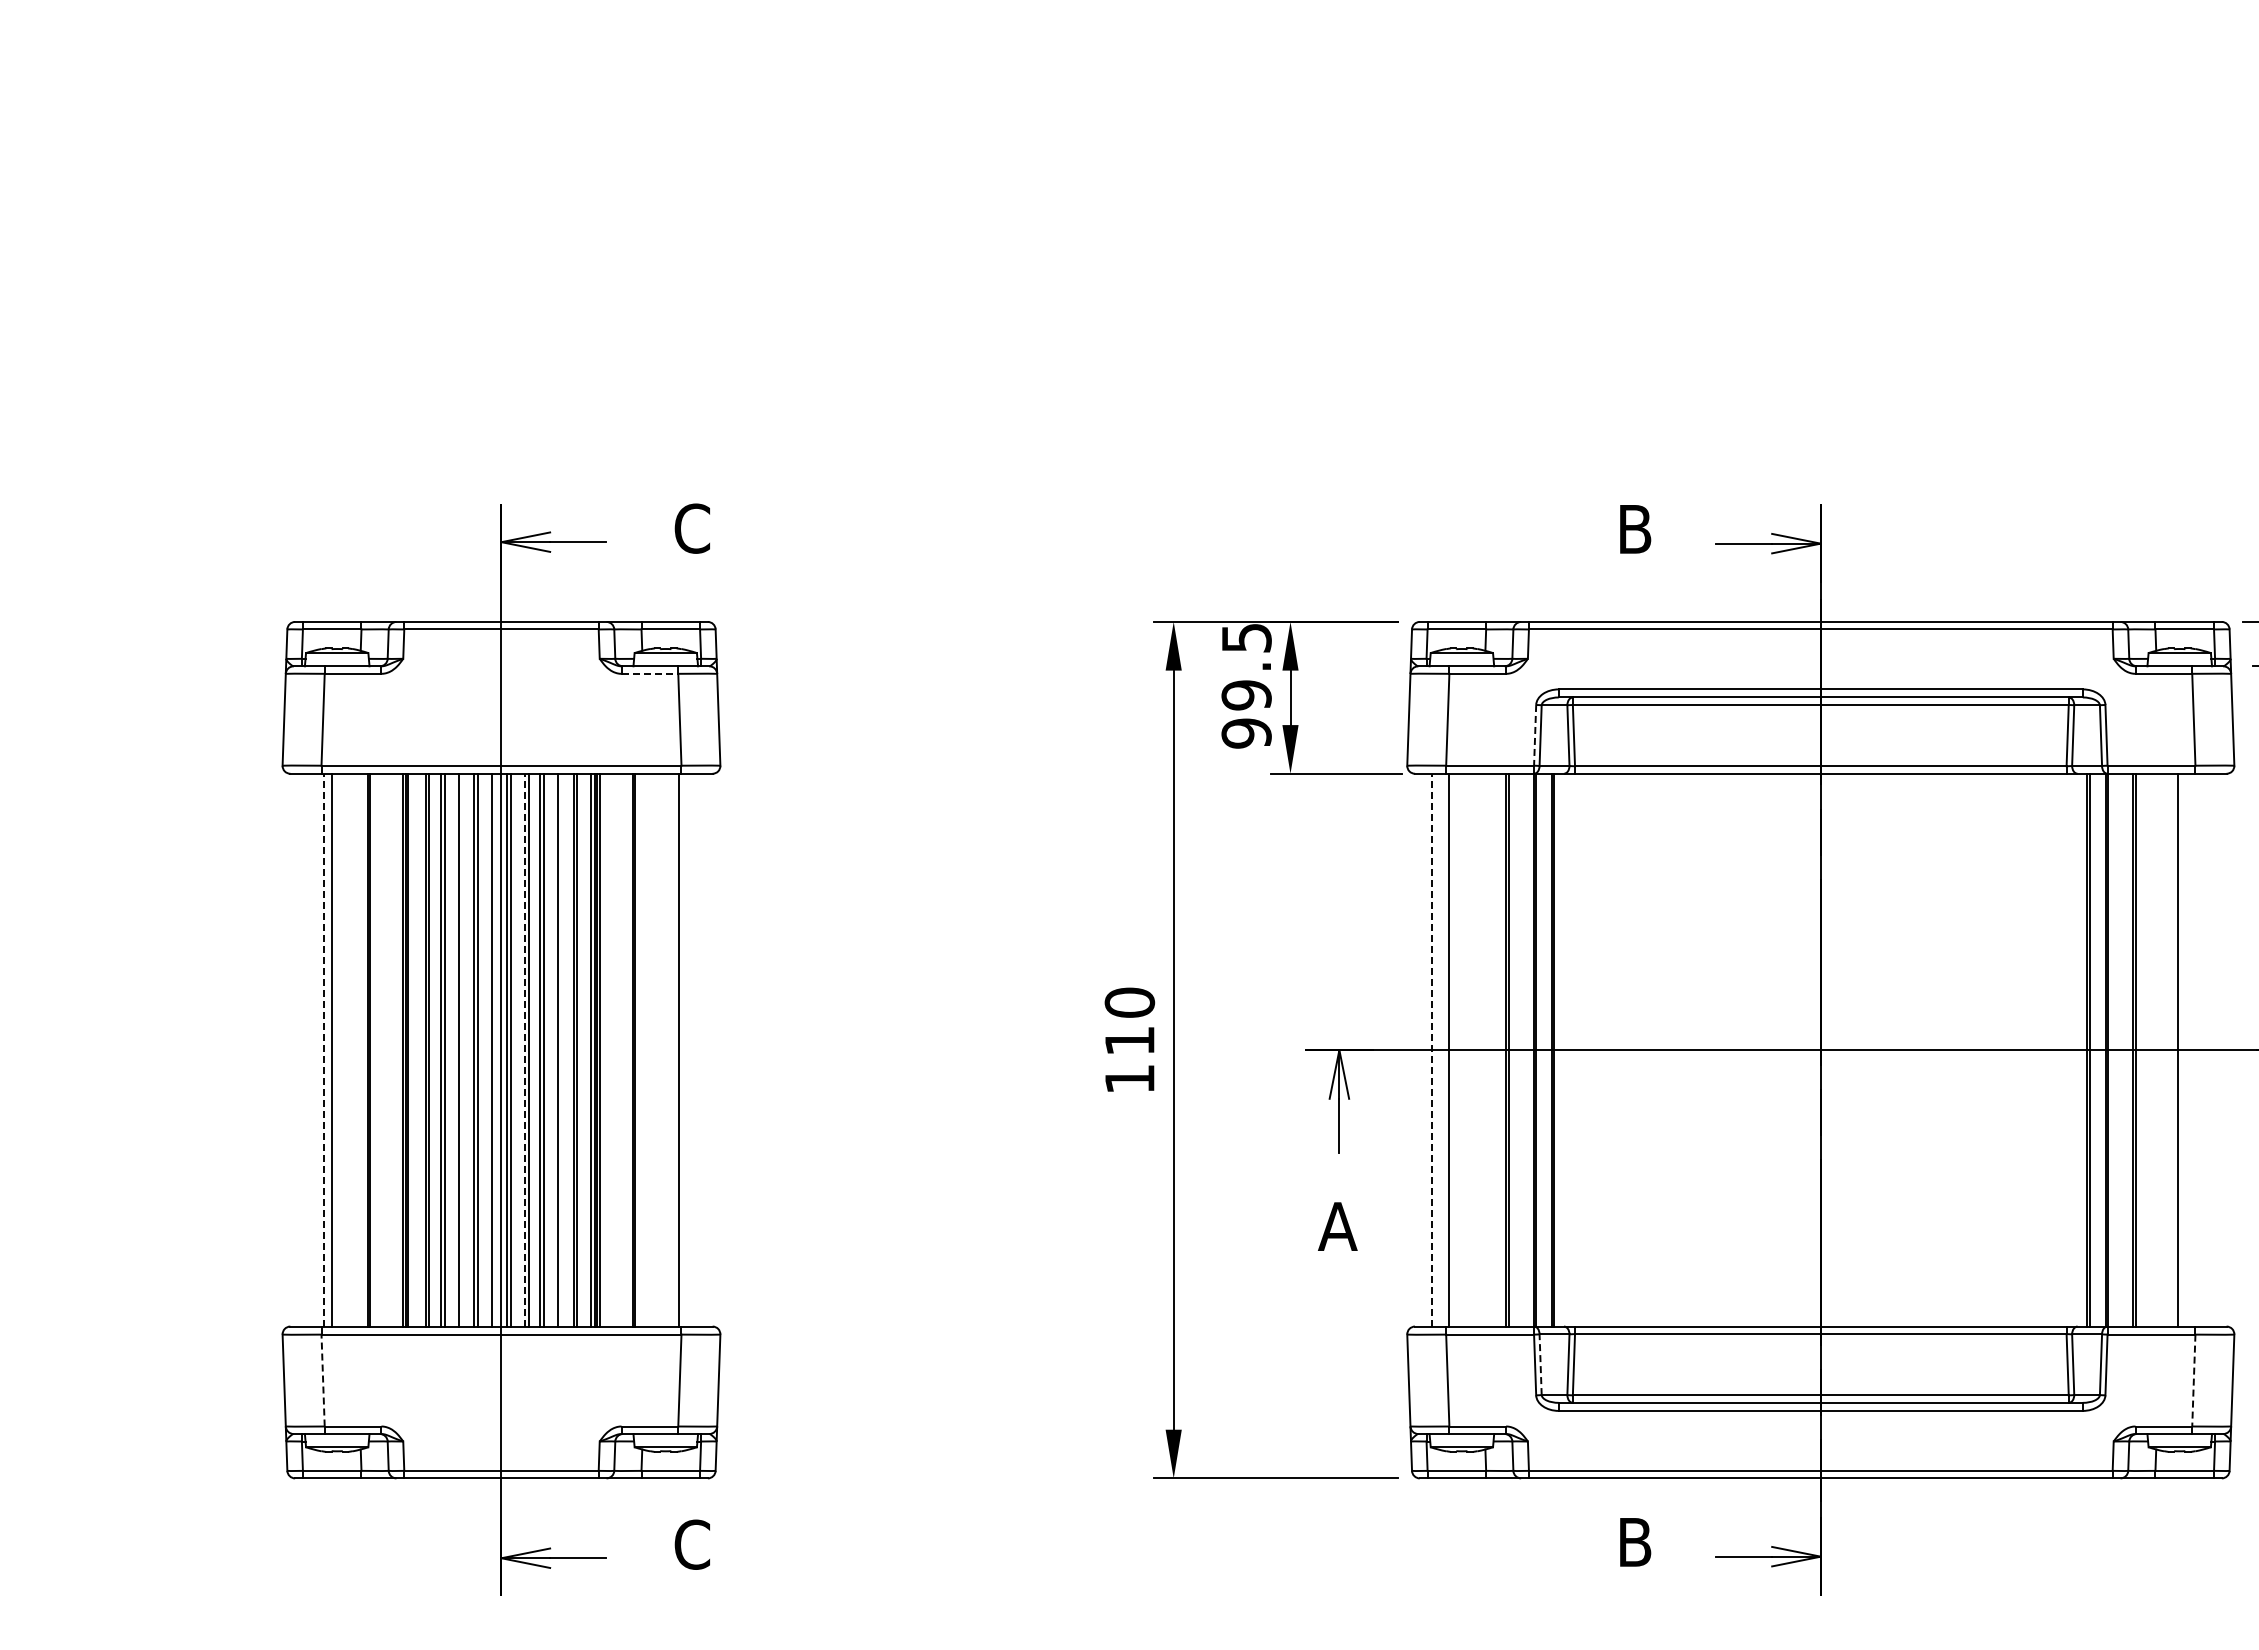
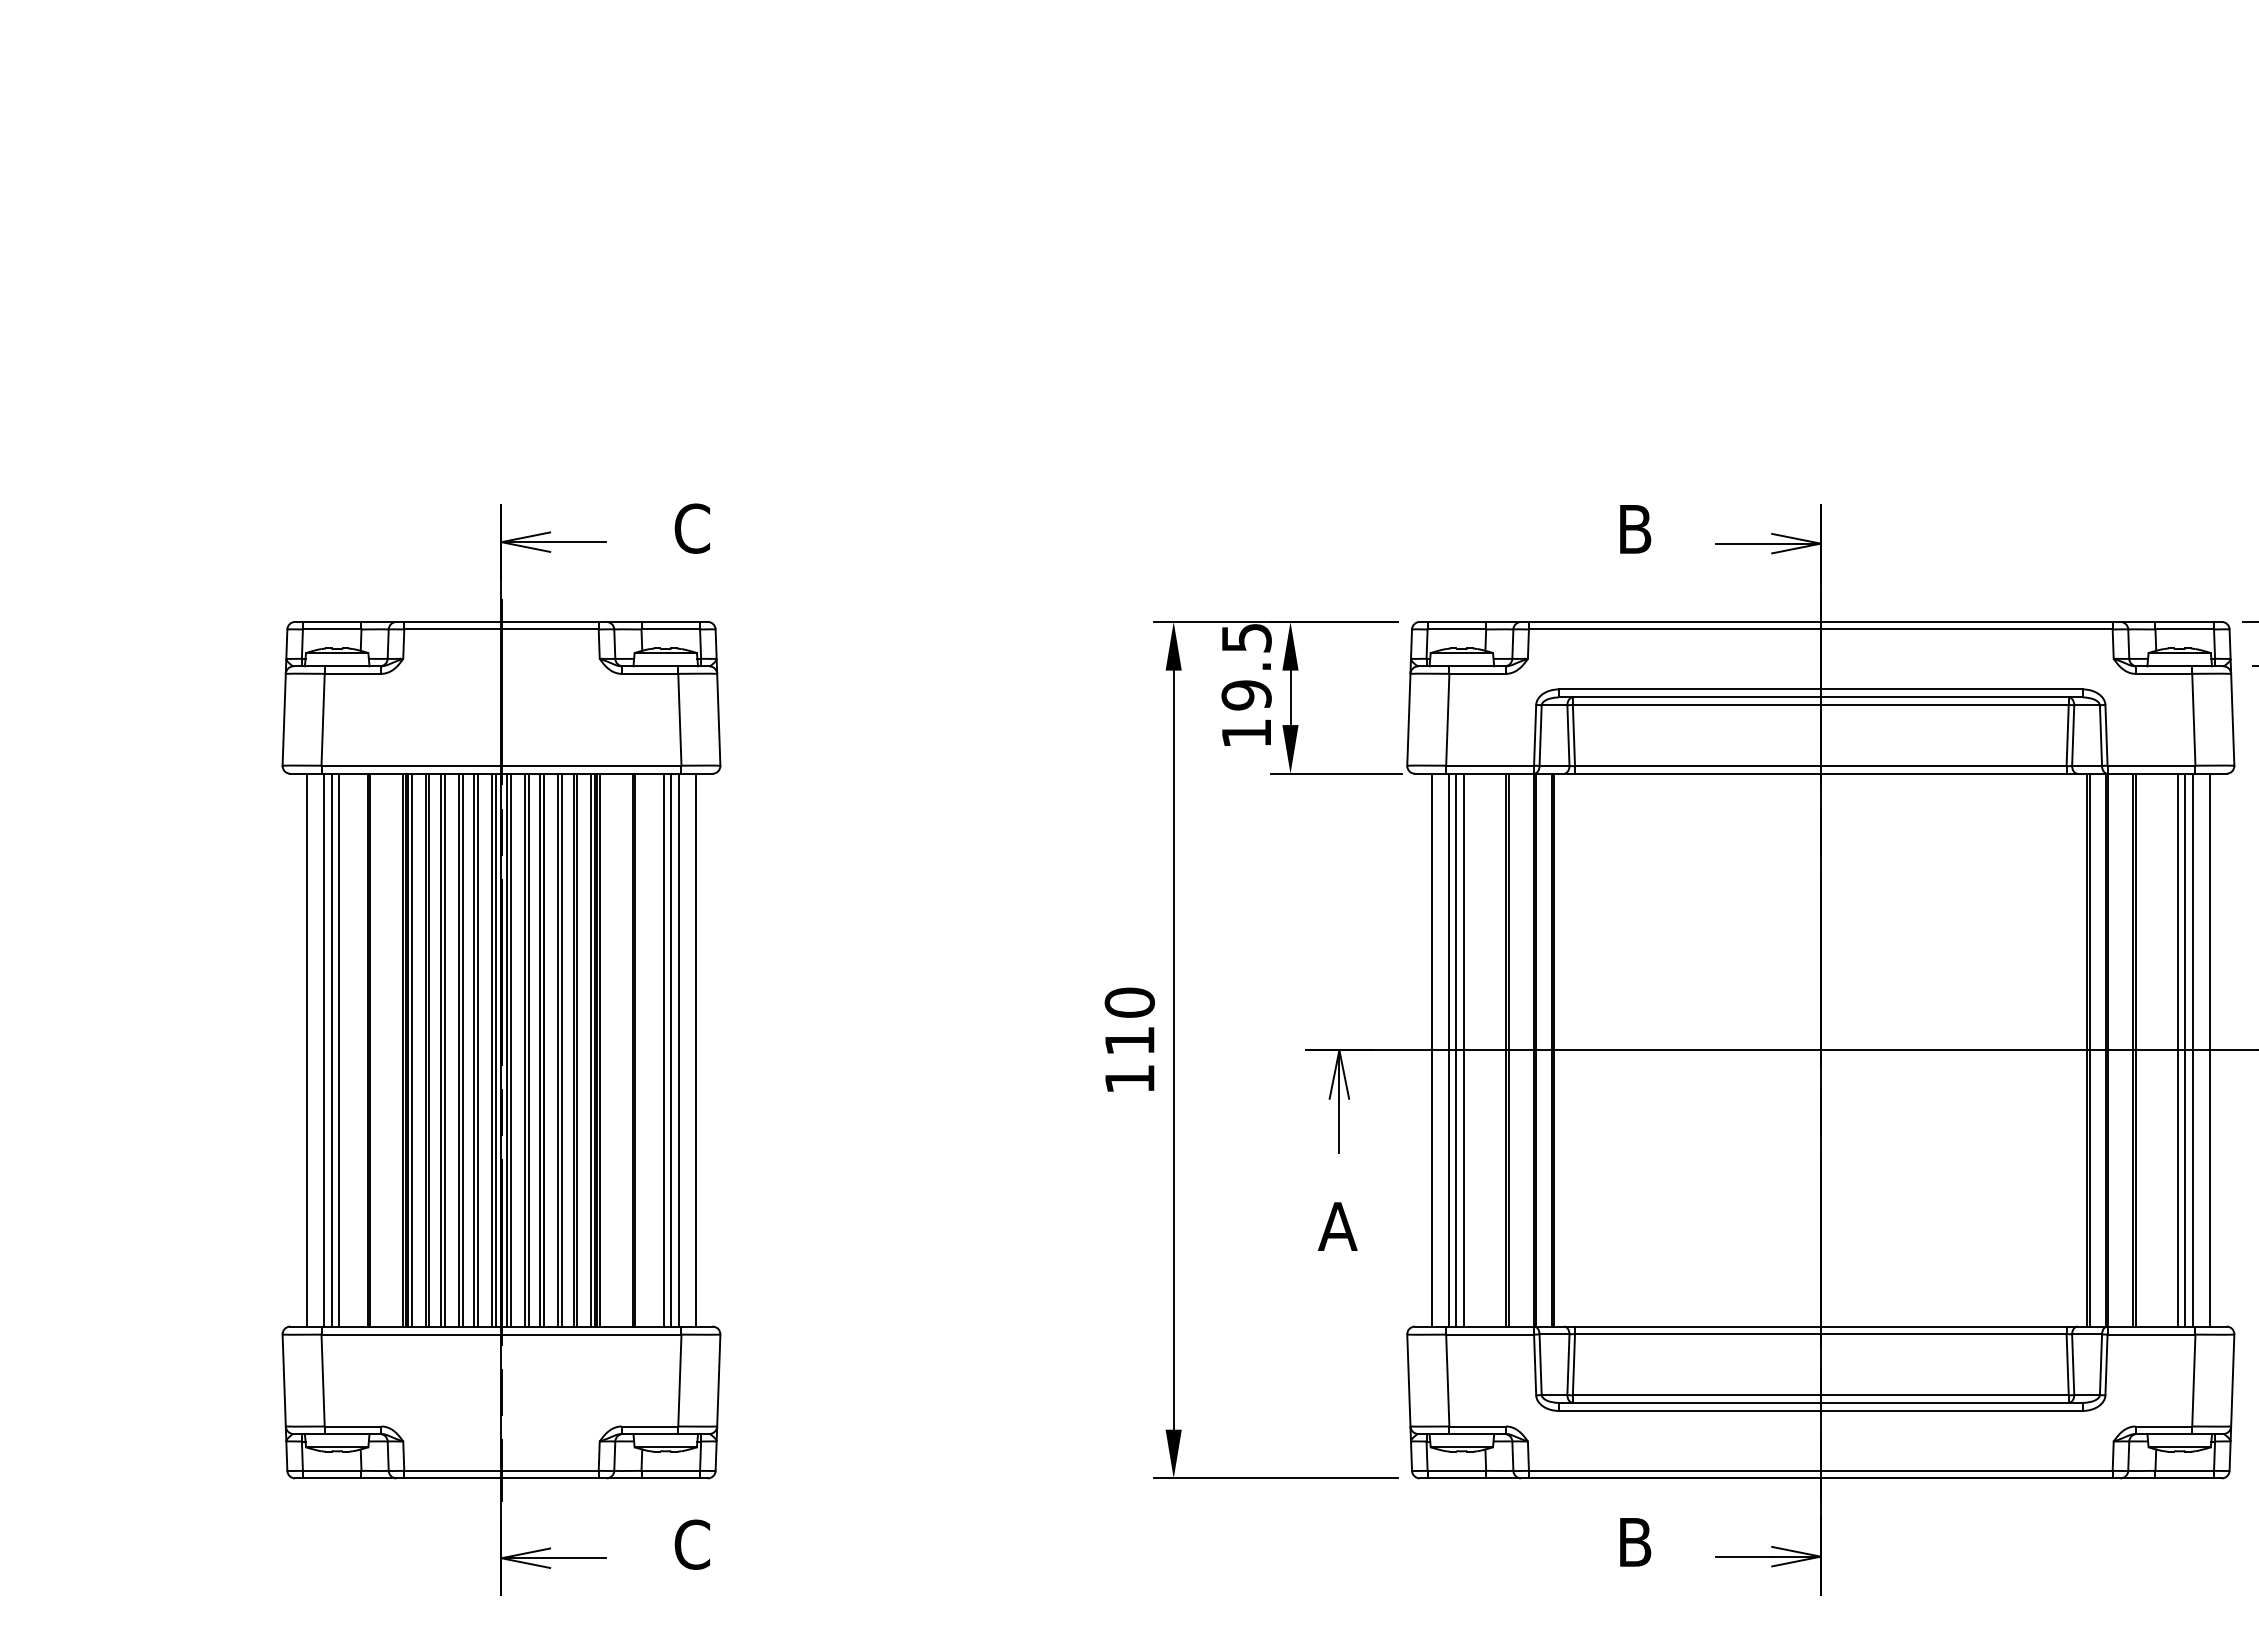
line at (650, 673): dashed -> solid
text at (1246, 733): 99.5 -> 19.5
line at (1535, 735): dashed -> solid
line at (306, 1049): none -> present
line at (324, 1049): dashed -> solid
line at (338, 1049): none -> present
line at (411, 1049): none -> present
line at (462, 1049): none -> present
line at (495, 1049): none -> present
line at (501, 1049): none -> present
line at (524, 1049): dashed -> solid
line at (561, 1049): none -> present
line at (664, 1049): none -> present
line at (671, 1049): none -> present
line at (696, 1049): none -> present
line at (1431, 1049): dashed -> solid
line at (1456, 1049): none -> present
line at (1463, 1049): none -> present
line at (2185, 1049): none -> present
line at (2192, 1049): none -> present
line at (2210, 1049): none -> present
line at (1540, 1364): dashed -> solid
line at (323, 1380): dashed -> solid
line at (2193, 1380): dashed -> solid
